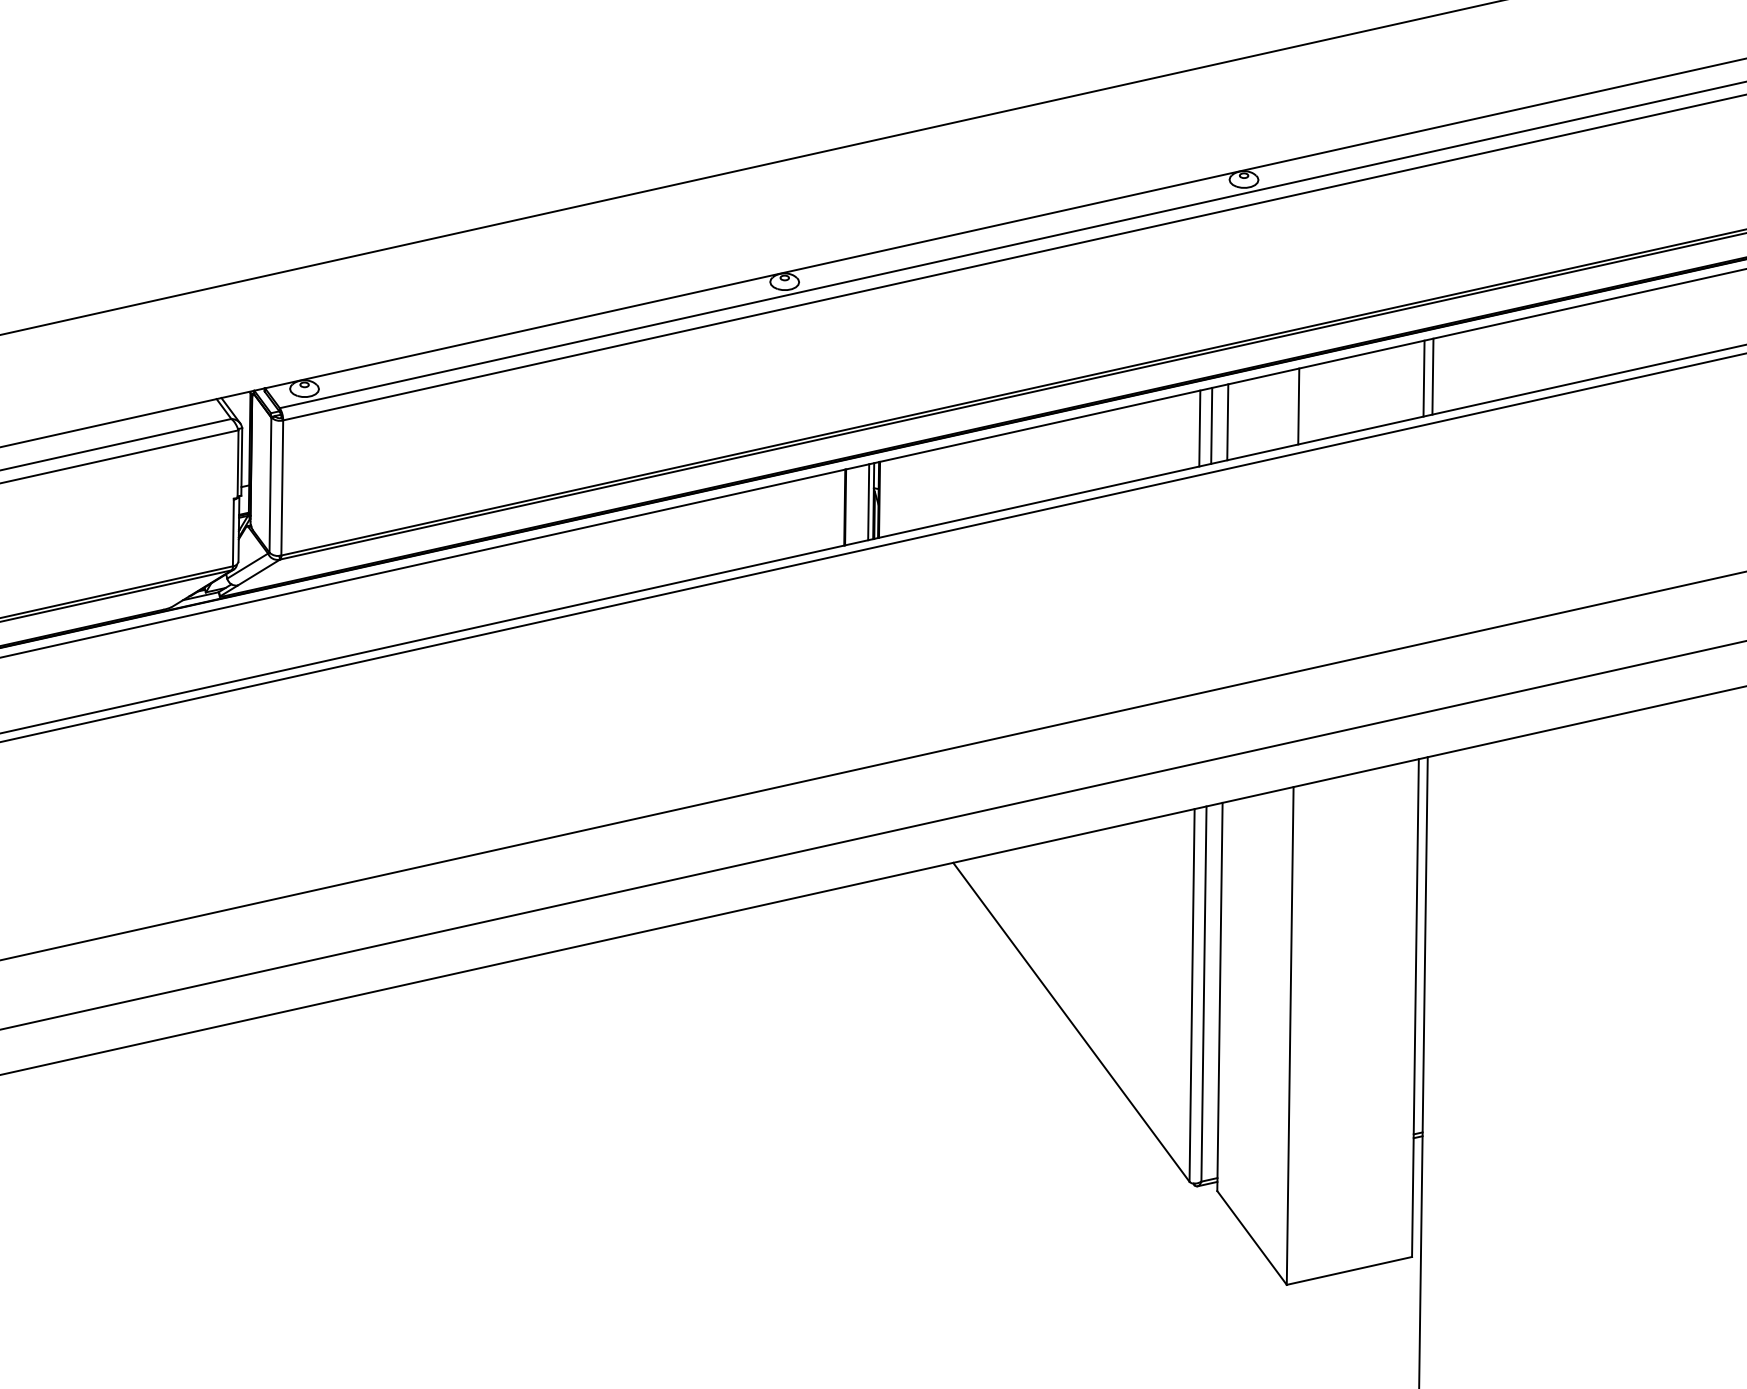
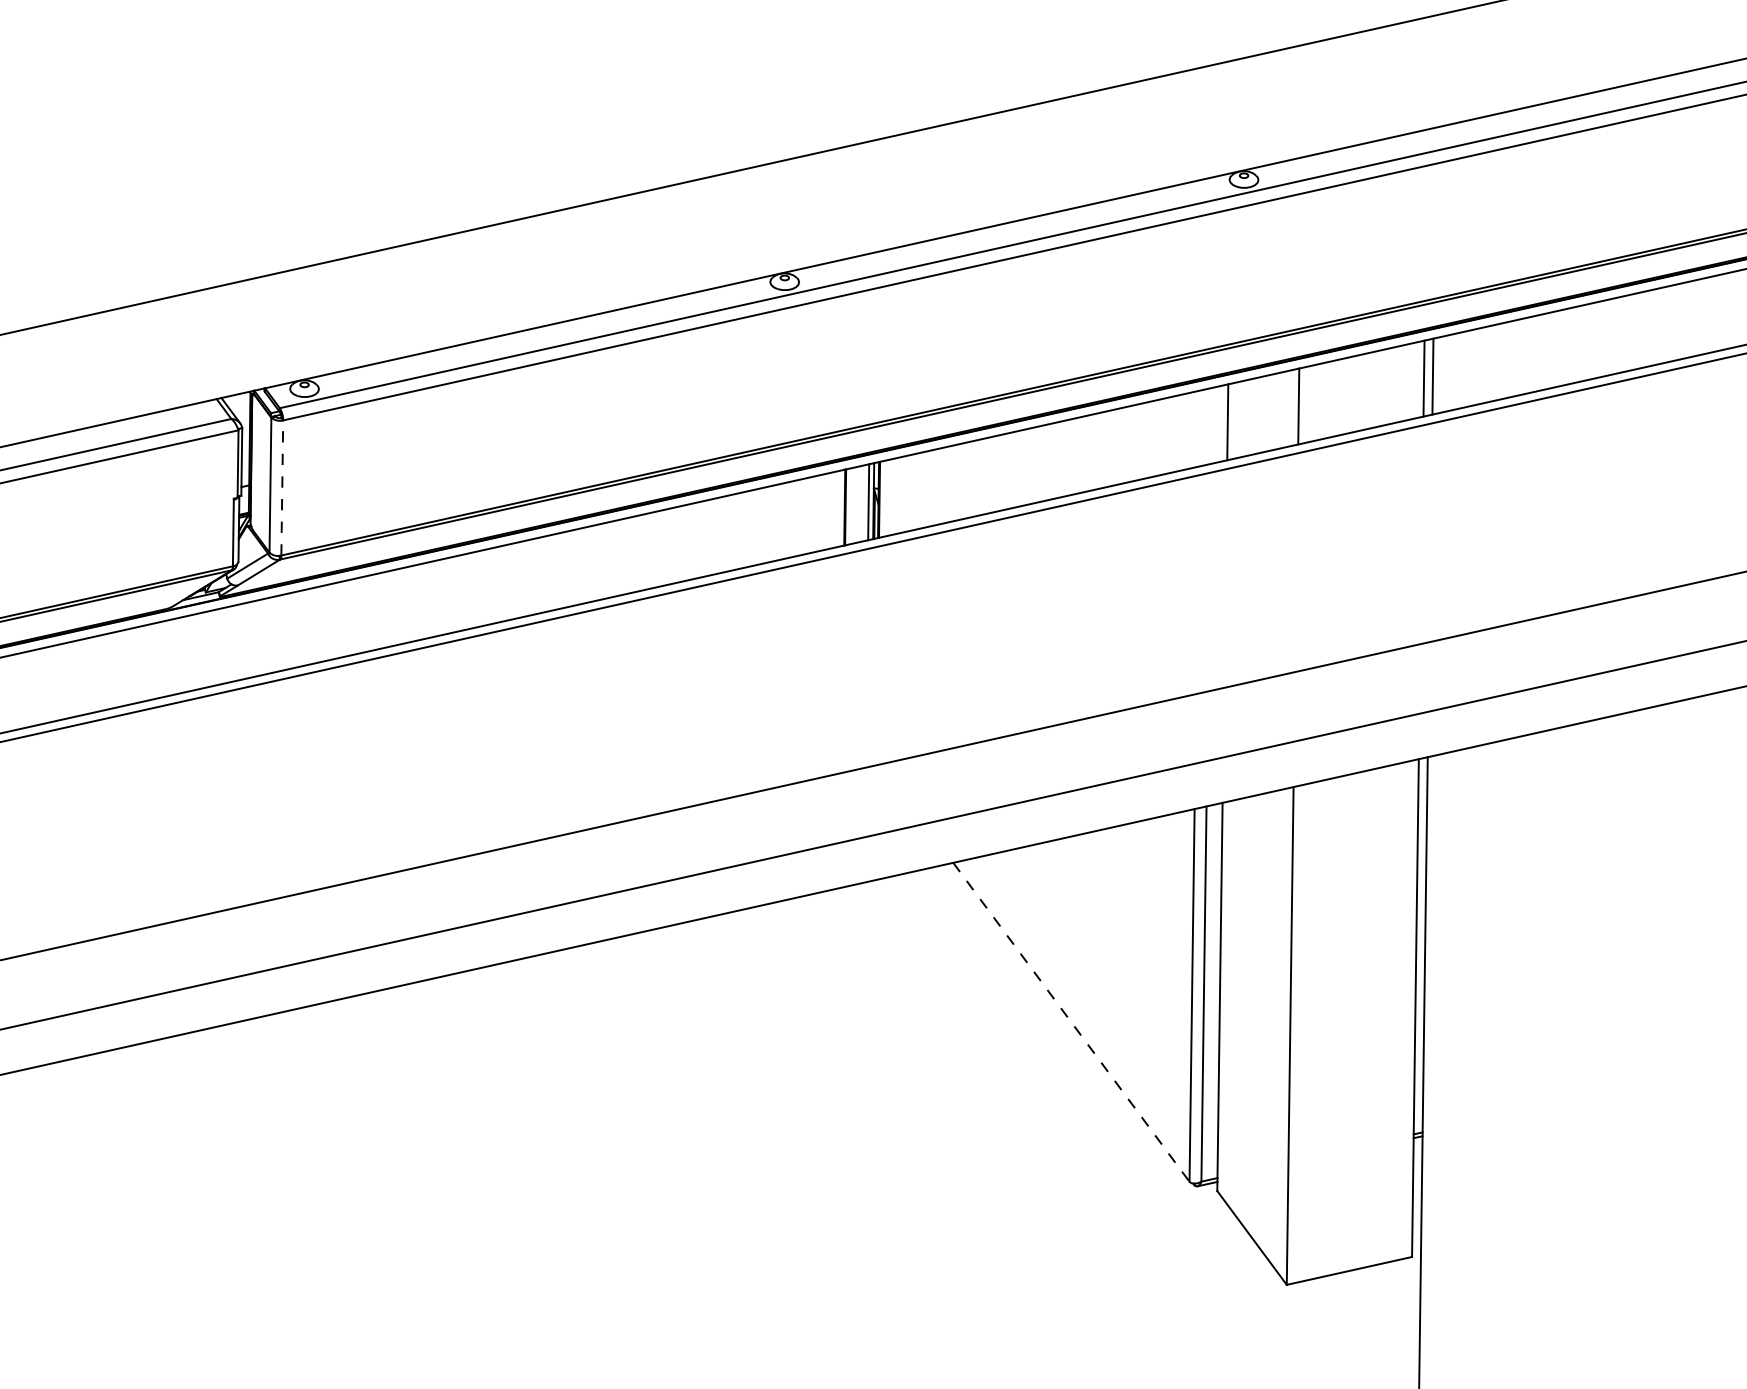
line at (1211, 425): present -> none
line at (1199, 428): present -> none
line at (282, 487): solid -> dashed
line at (1071, 1022): solid -> dashed
